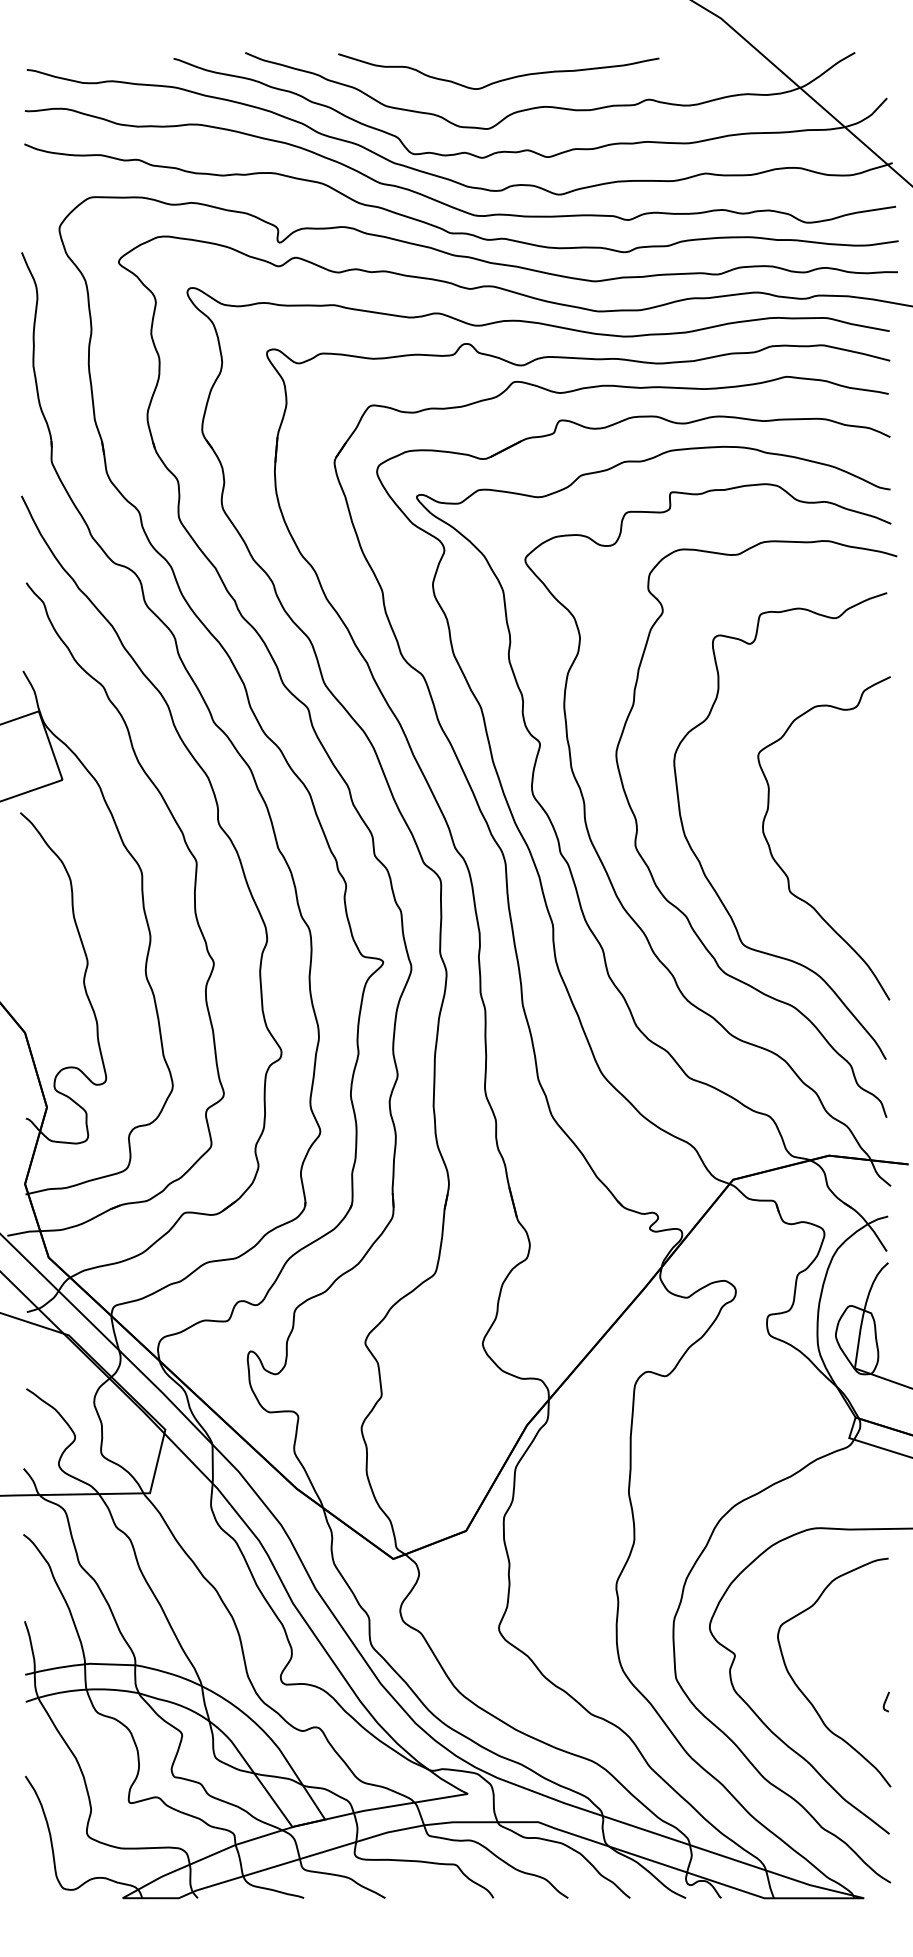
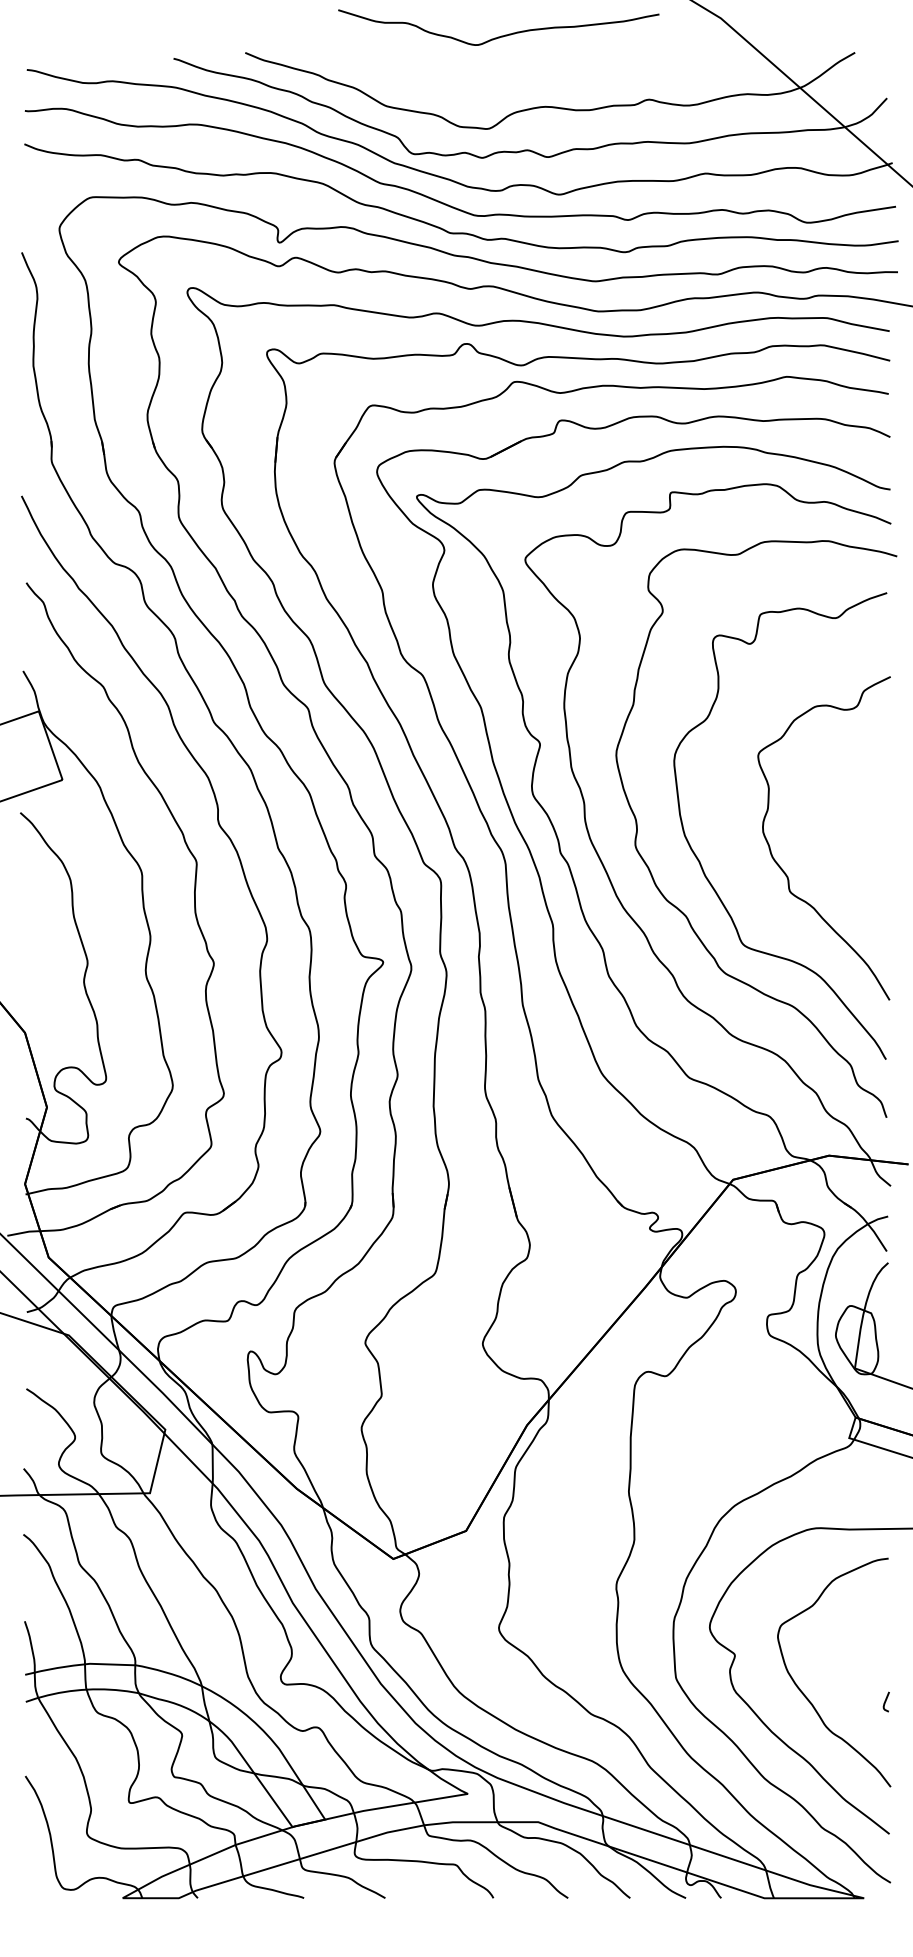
curve at (501, 79) position: (501, 79) -> (501, 35)
